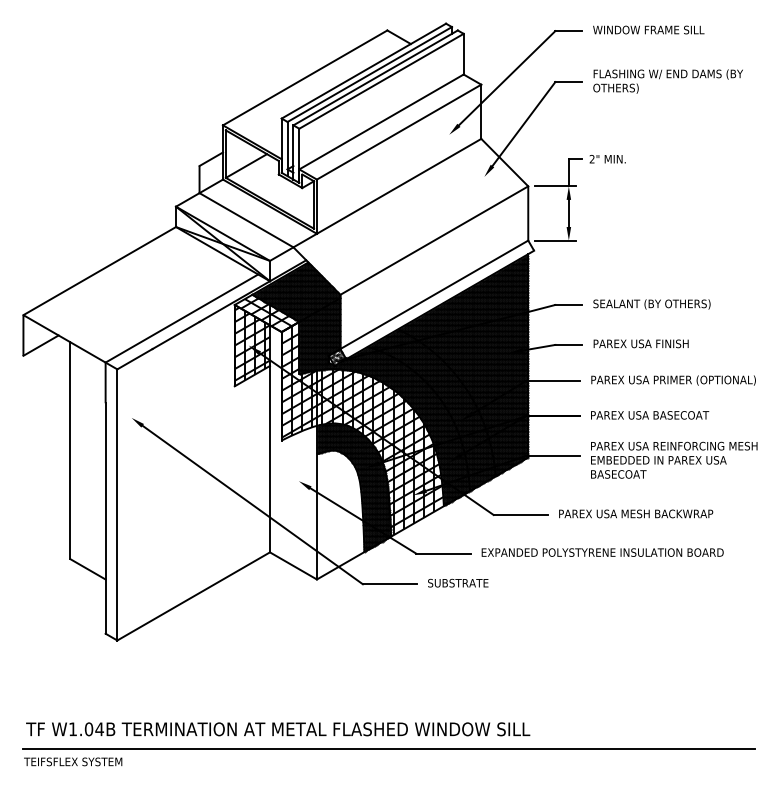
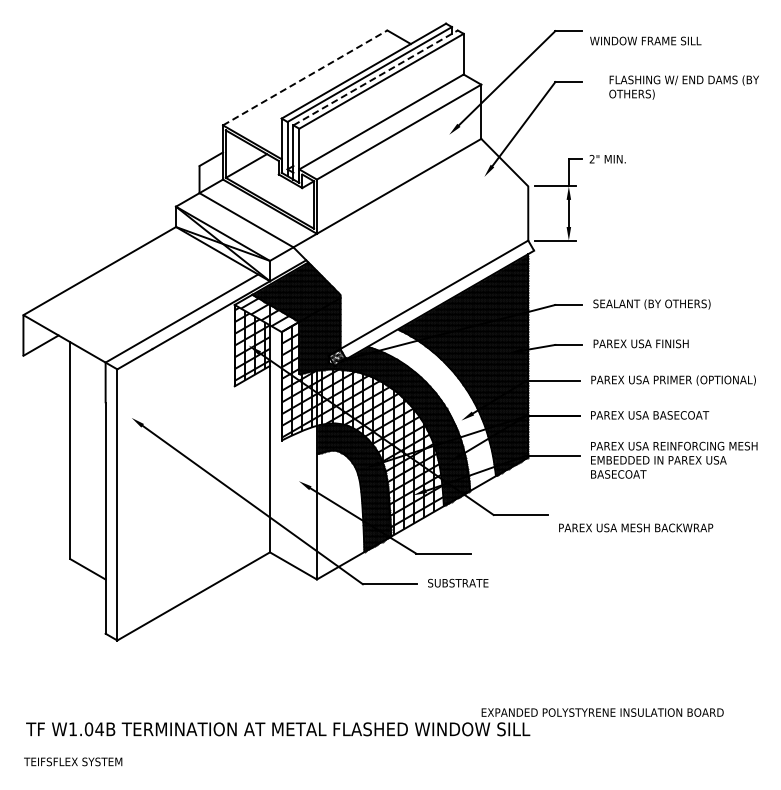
text at (648, 29) position: (648, 29) -> (645, 40)
line at (305, 77): solid -> dashed
line at (375, 77): solid -> dashed
text at (667, 81) position: (667, 81) -> (683, 87)
line at (434, 240): present -> none
hatch at (262, 315): present -> none
hatch at (431, 409): present -> none
text at (636, 513) position: (636, 513) -> (636, 527)
text at (602, 552) position: (602, 552) -> (602, 712)
line at (389, 748): present -> none
